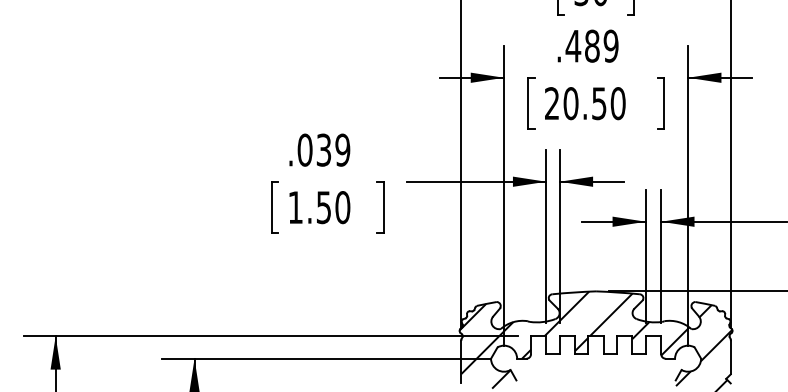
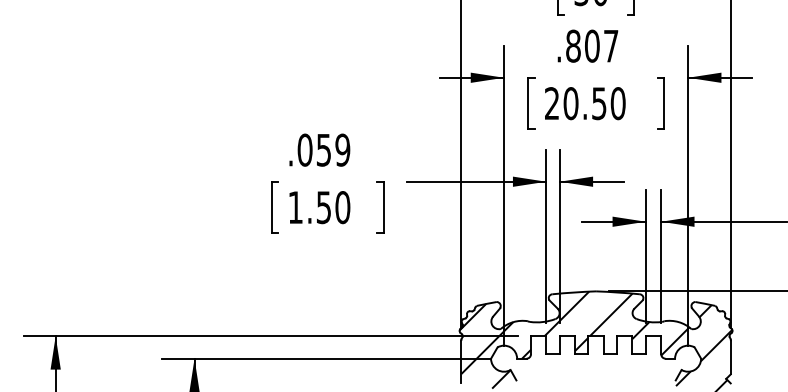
text at (591, 45): .489 -> .807
text at (324, 149): .039 -> .059
